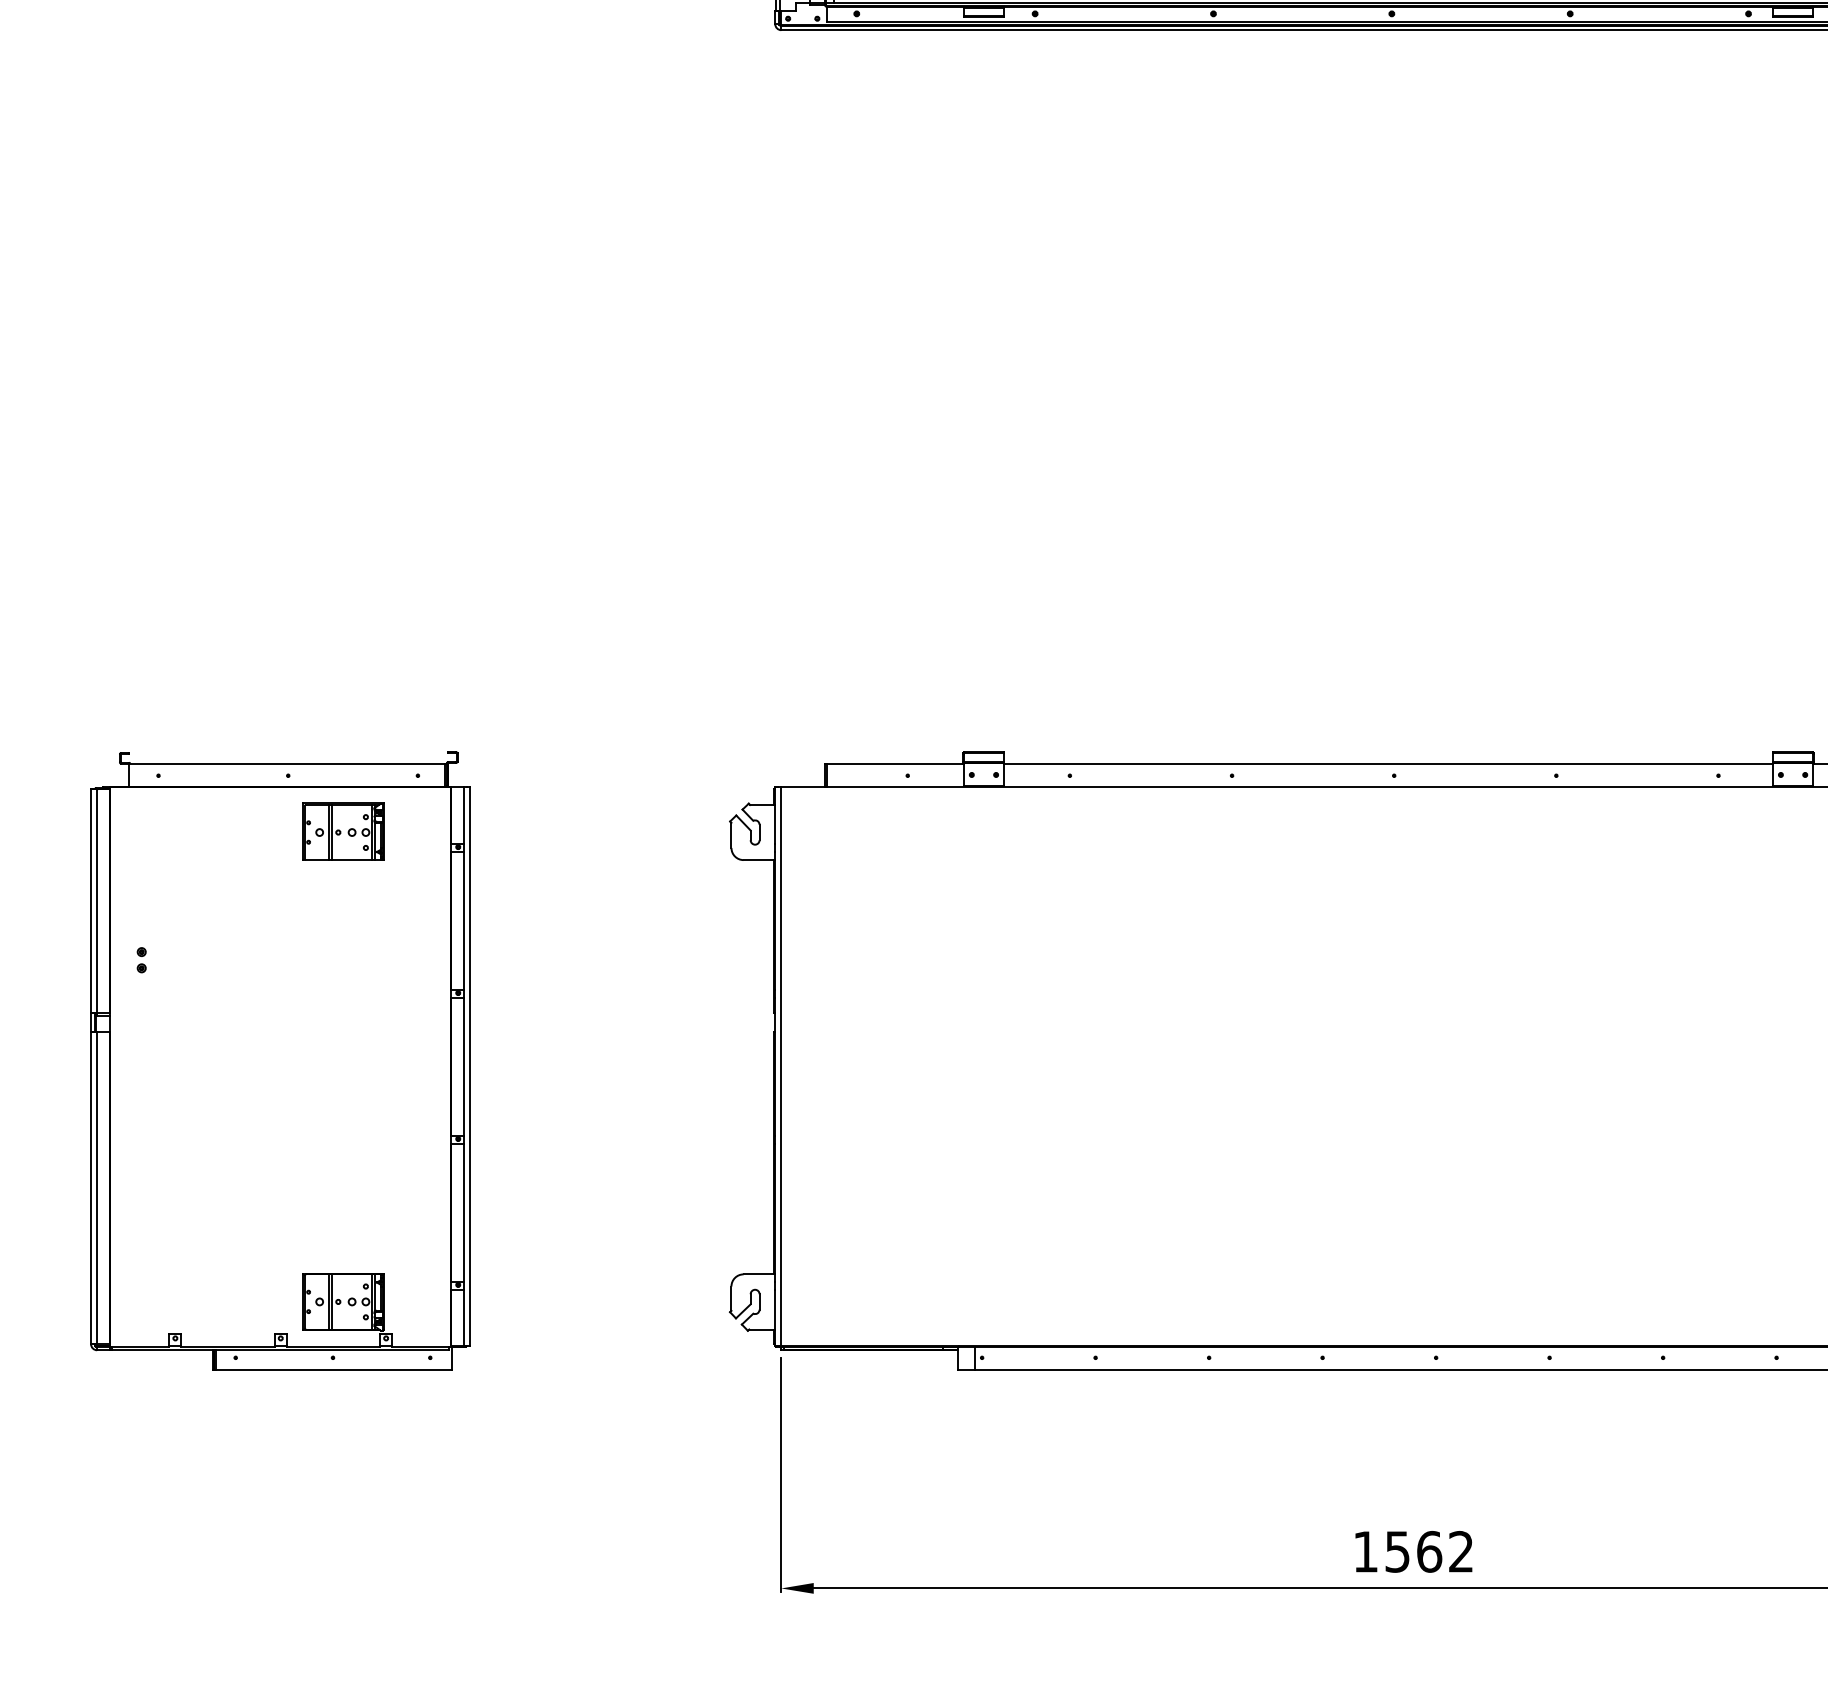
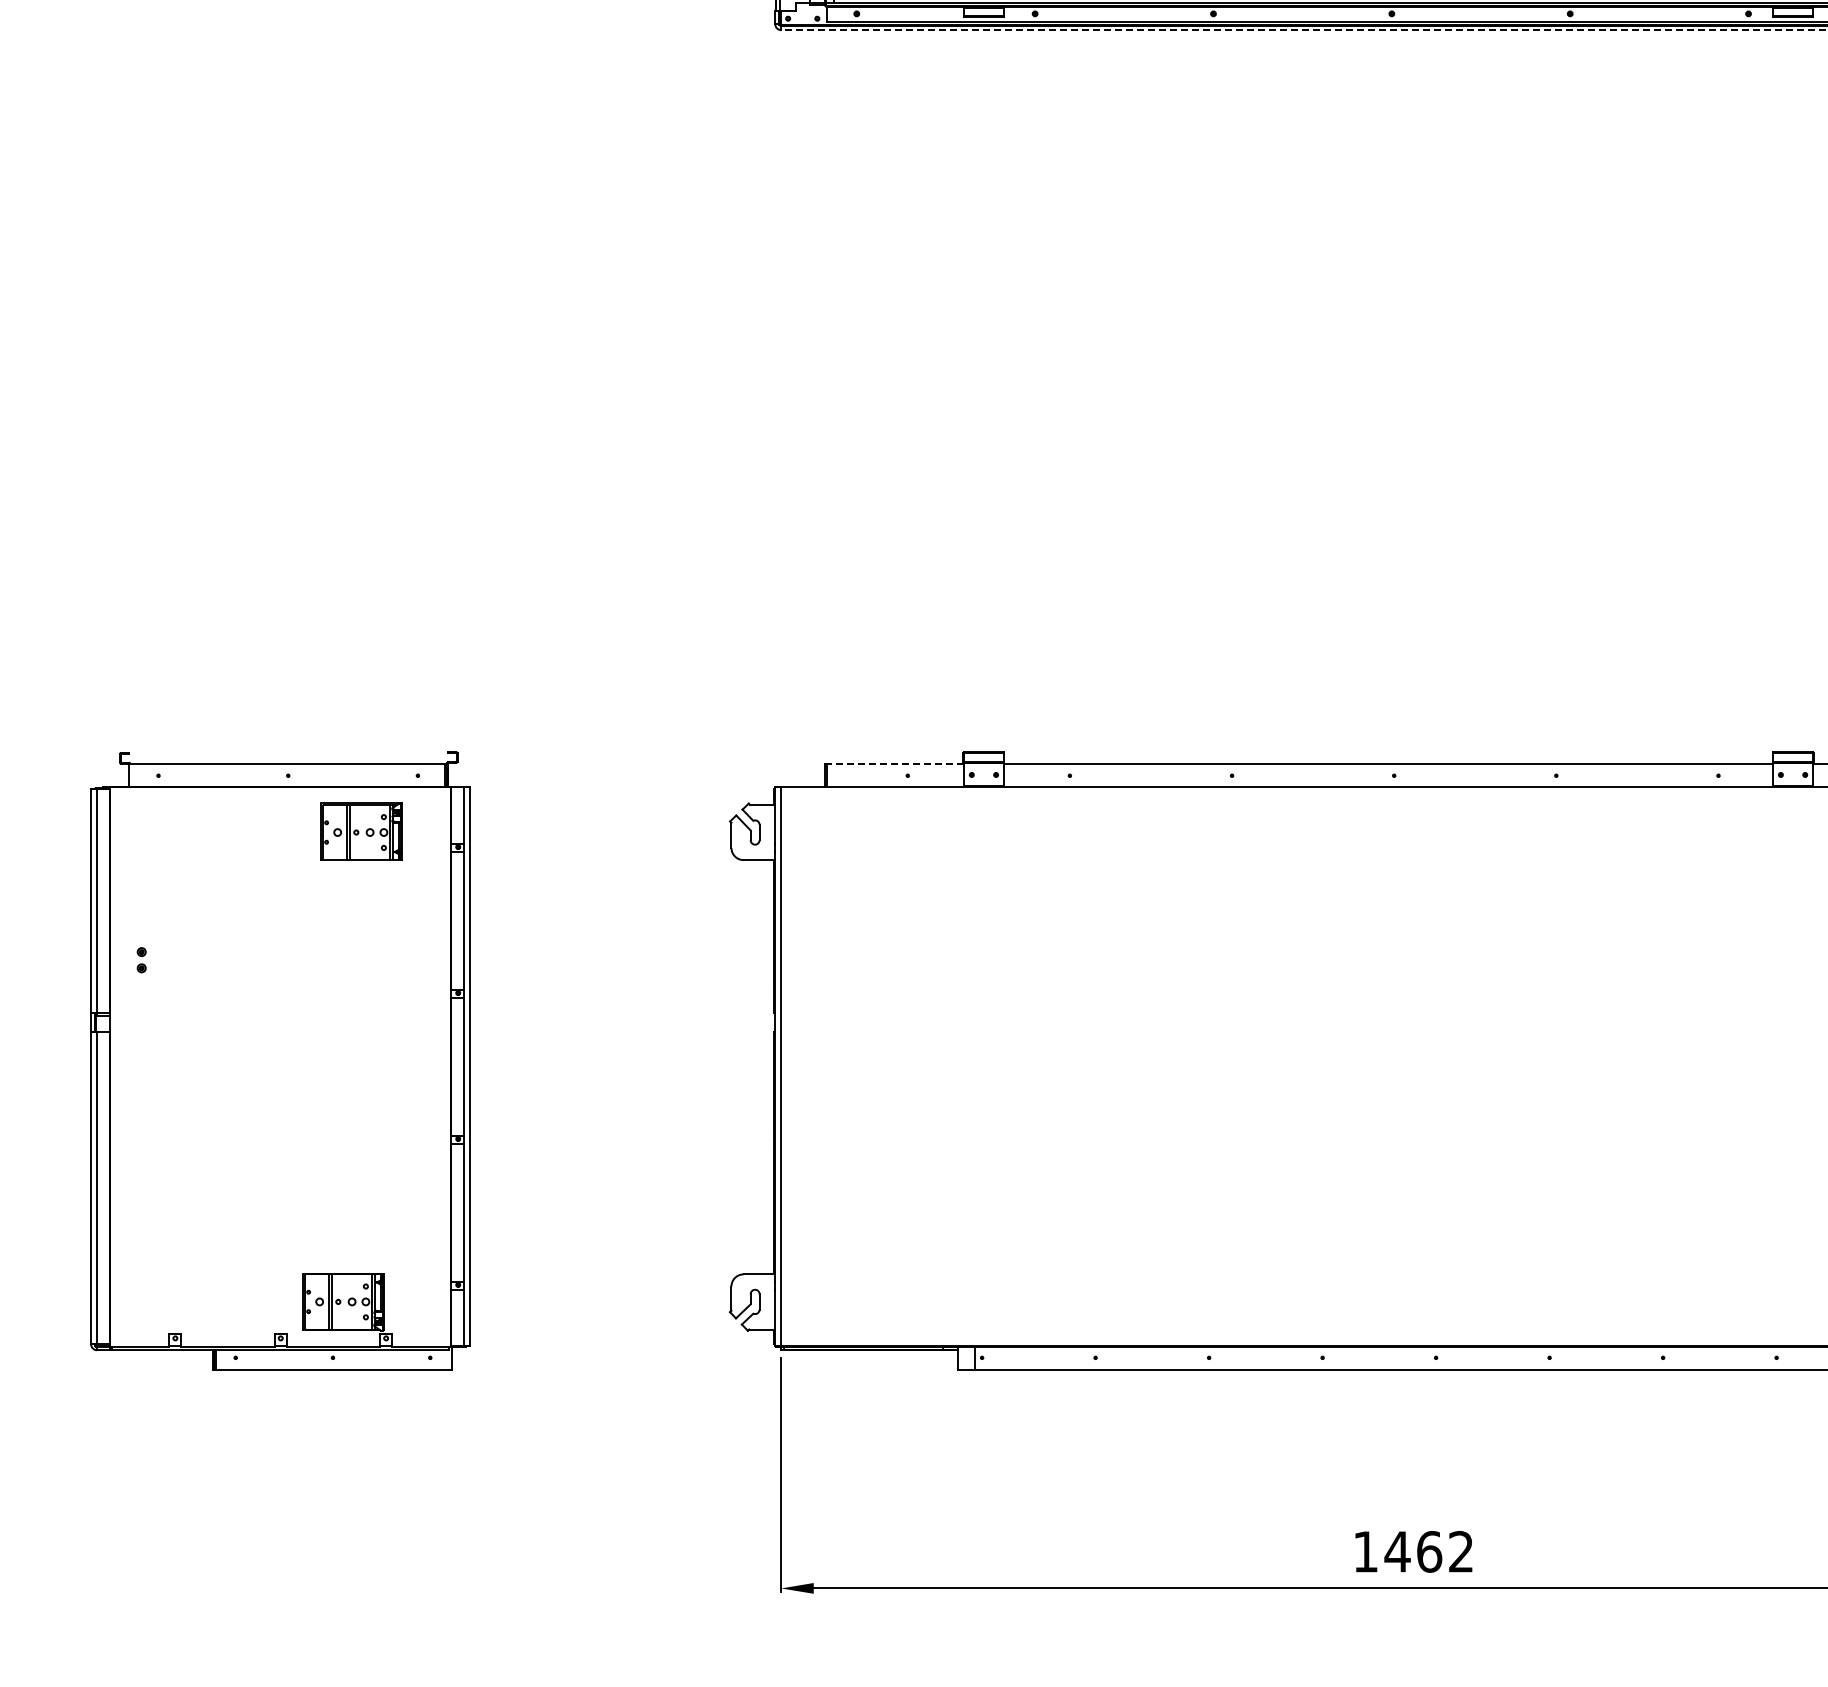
line at (1304, 30): solid -> dashed
line at (895, 763): solid -> dashed
part at (343, 831) position: (343, 831) -> (361, 831)
text at (1397, 1551): 1562 -> 1462
